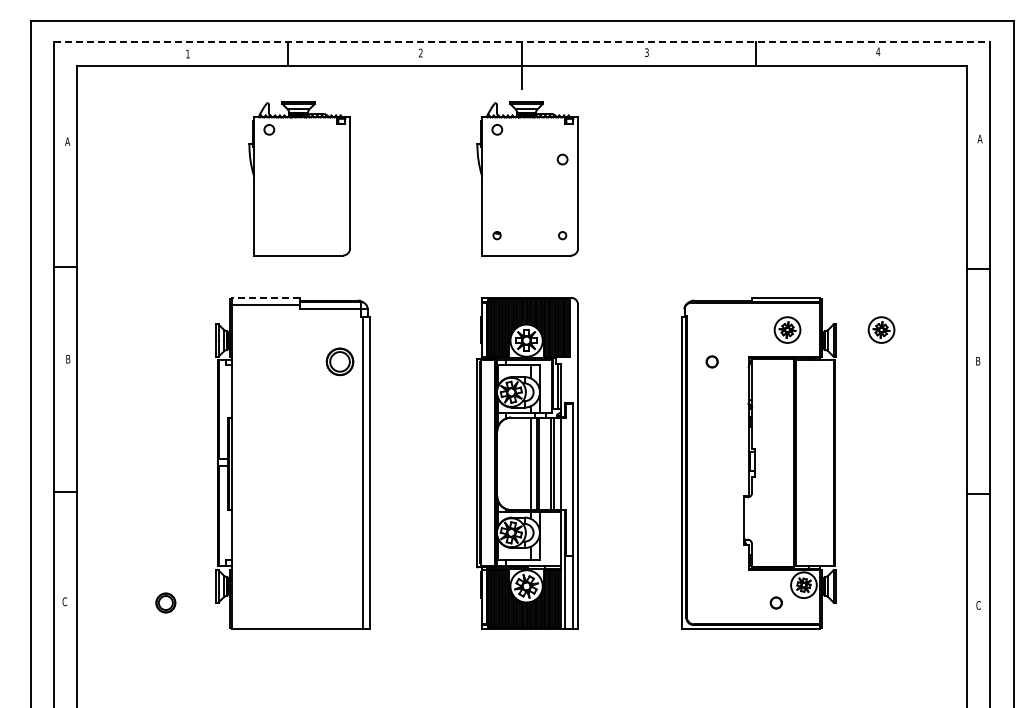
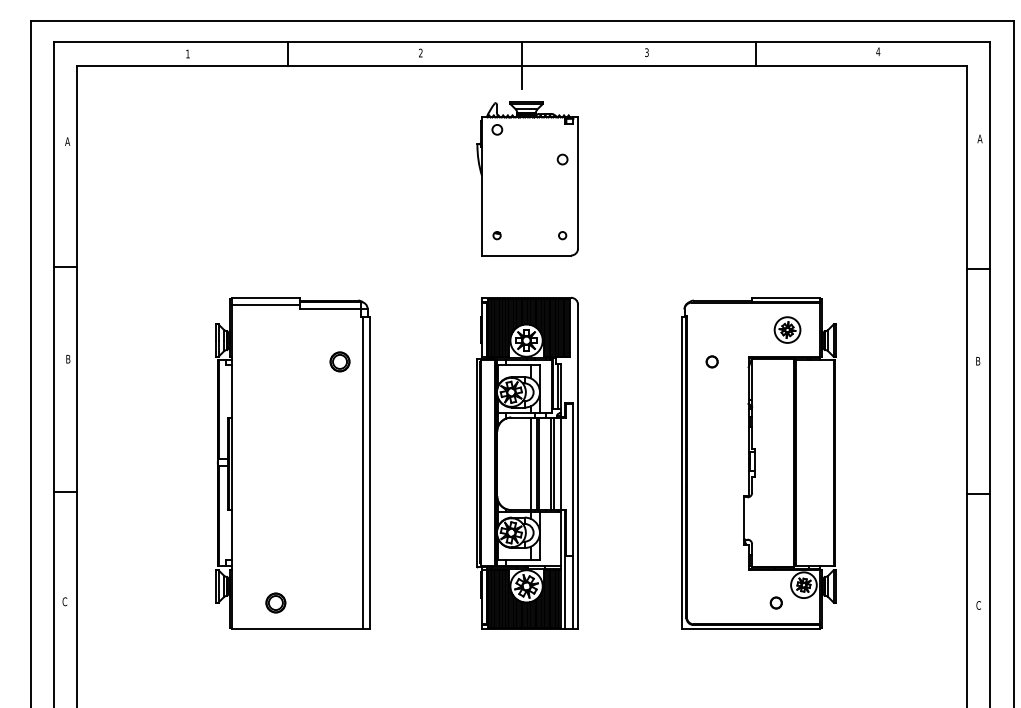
line at (522, 42): dashed -> solid
part at (299, 178): present -> none
line at (265, 297): dashed -> solid
part at (881, 329): present -> none
part at (339, 361) size: 30x30 px -> 22x22 px
part at (165, 602) position: (165, 602) -> (275, 602)
